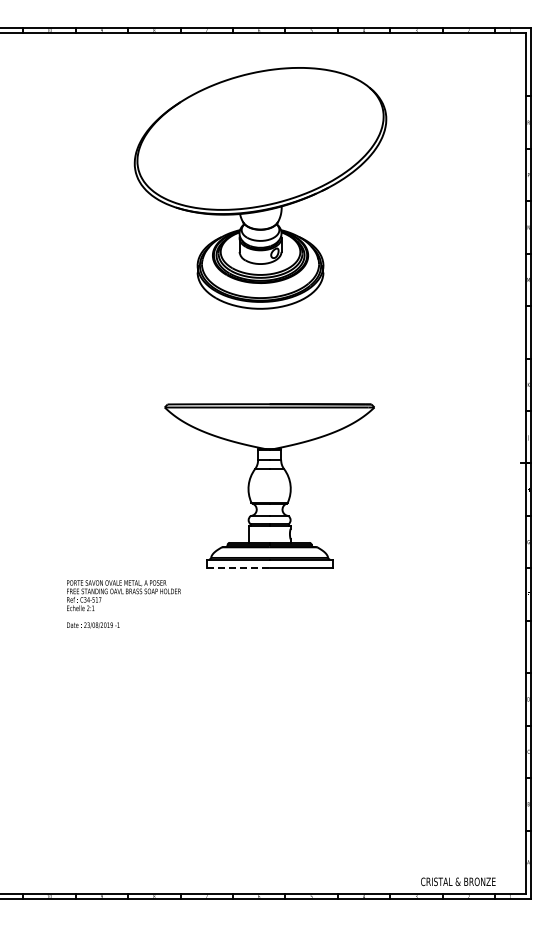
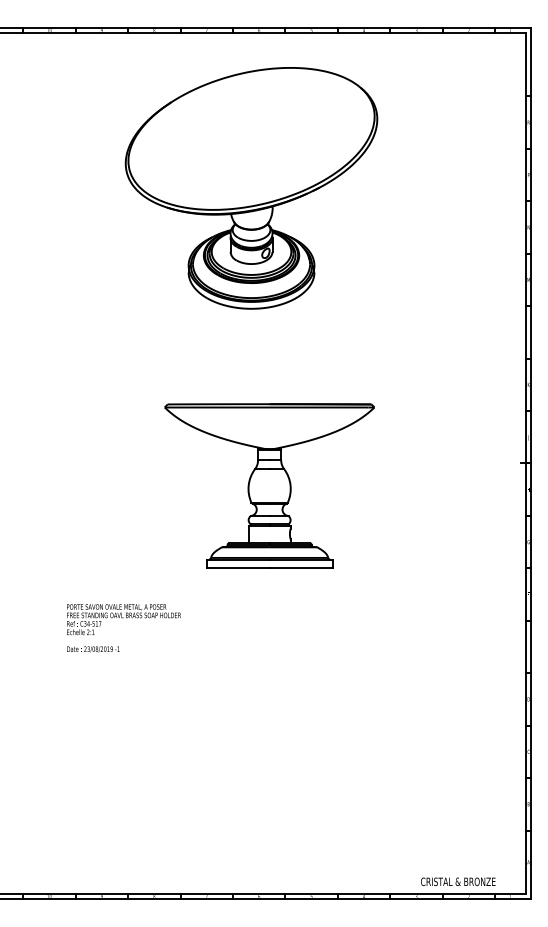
part at (260, 188) position: (260, 188) -> (251, 188)
line at (238, 568): dashed -> solid
text at (123, 604) position: (123, 604) -> (123, 628)
